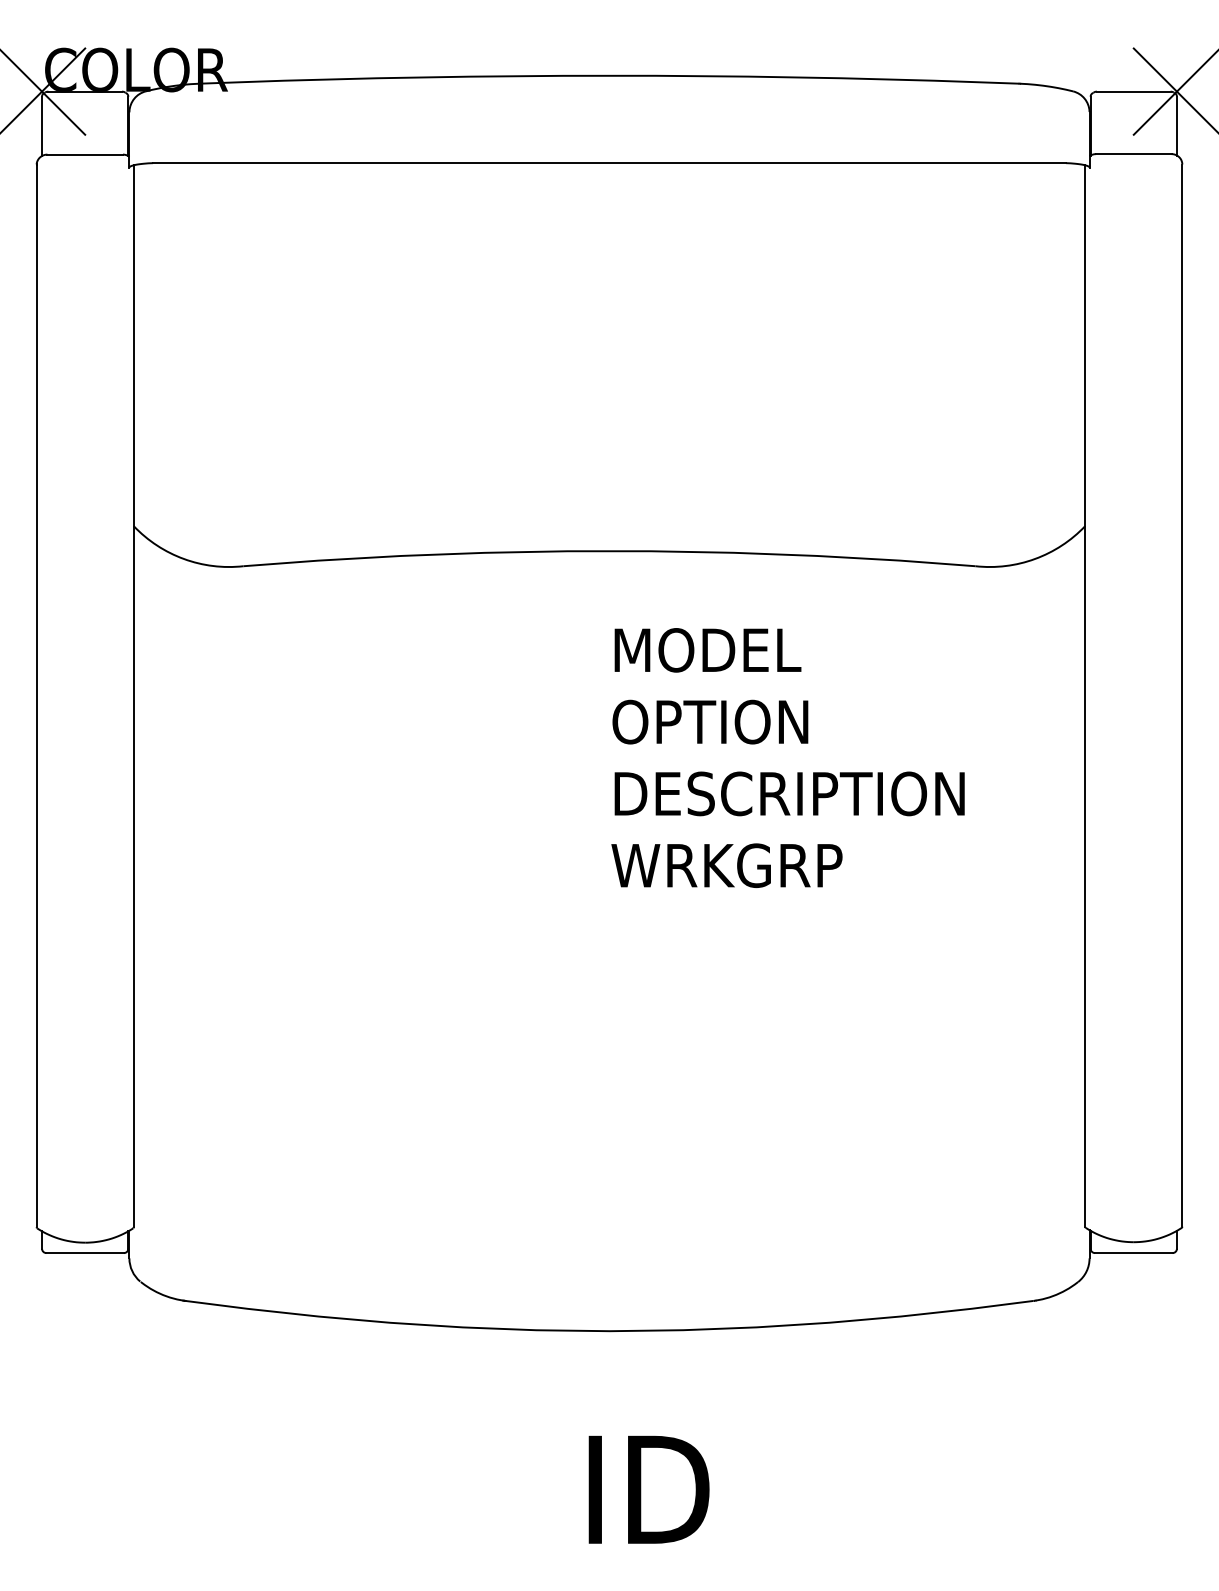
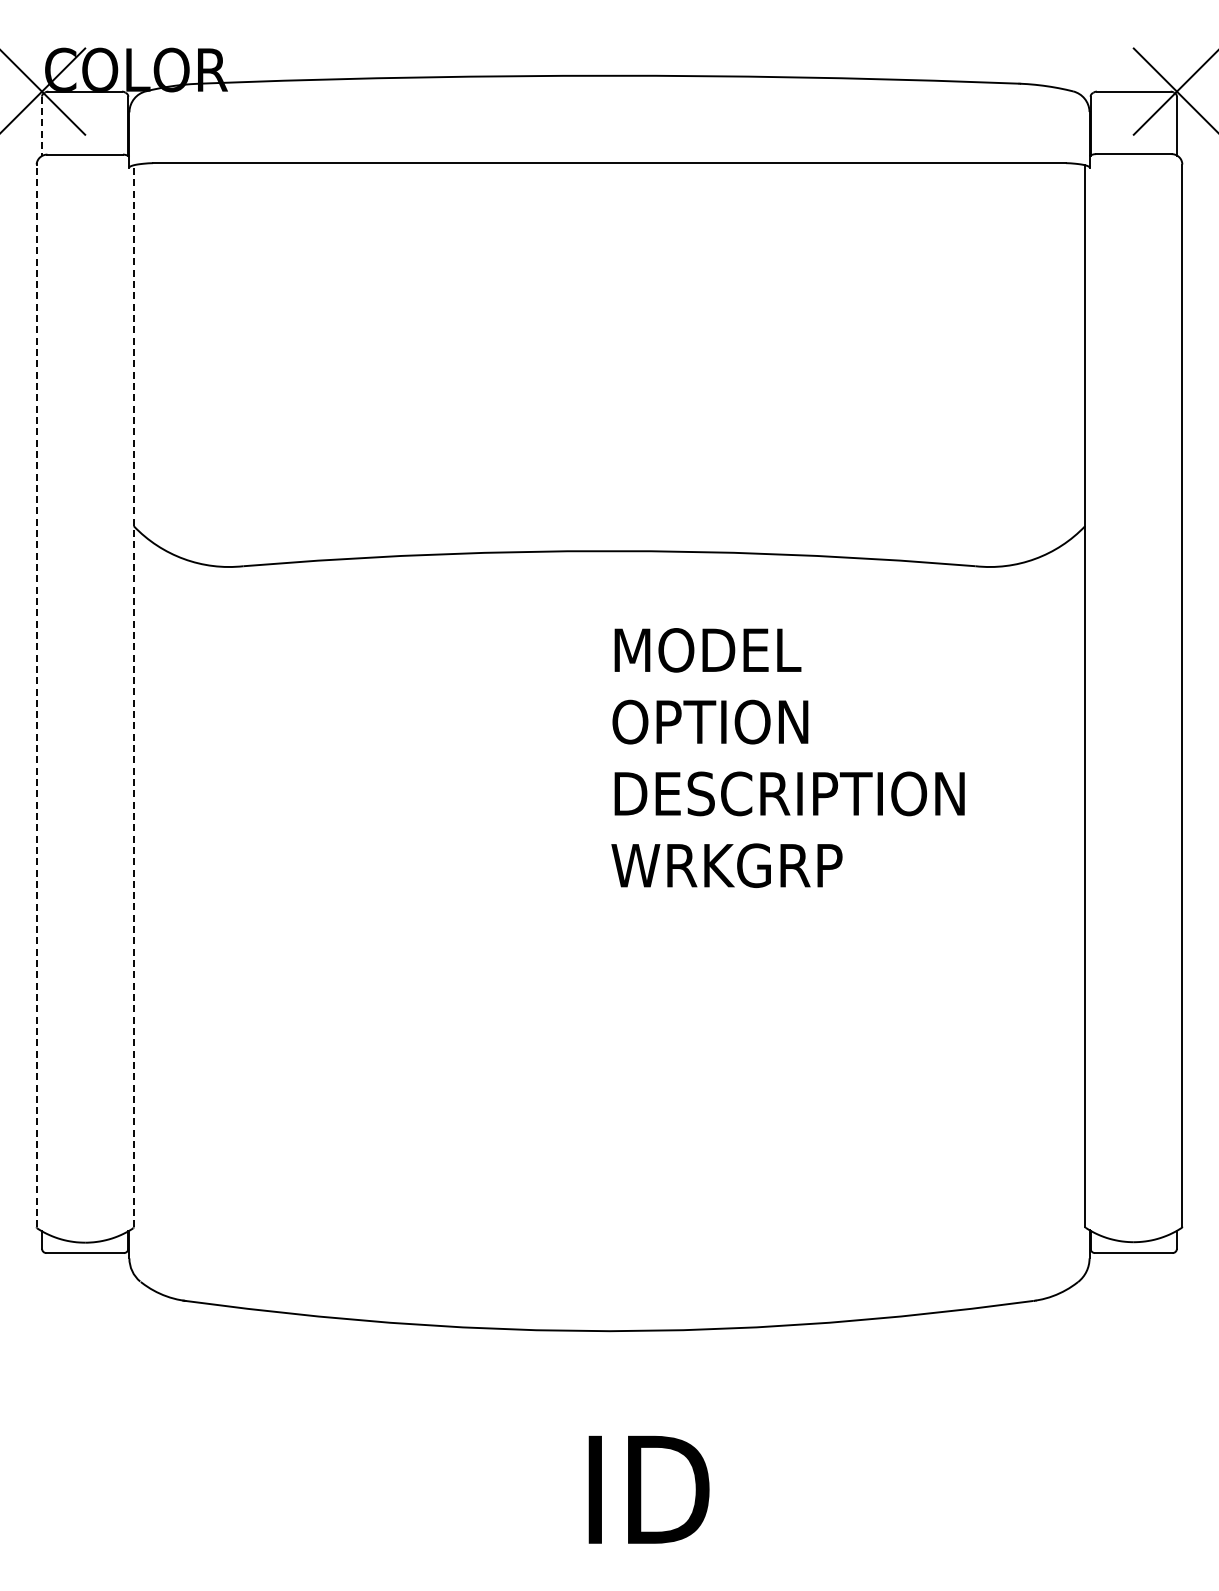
line at (42, 126): solid -> dashed
line at (36, 695): solid -> dashed
line at (133, 696): solid -> dashed
